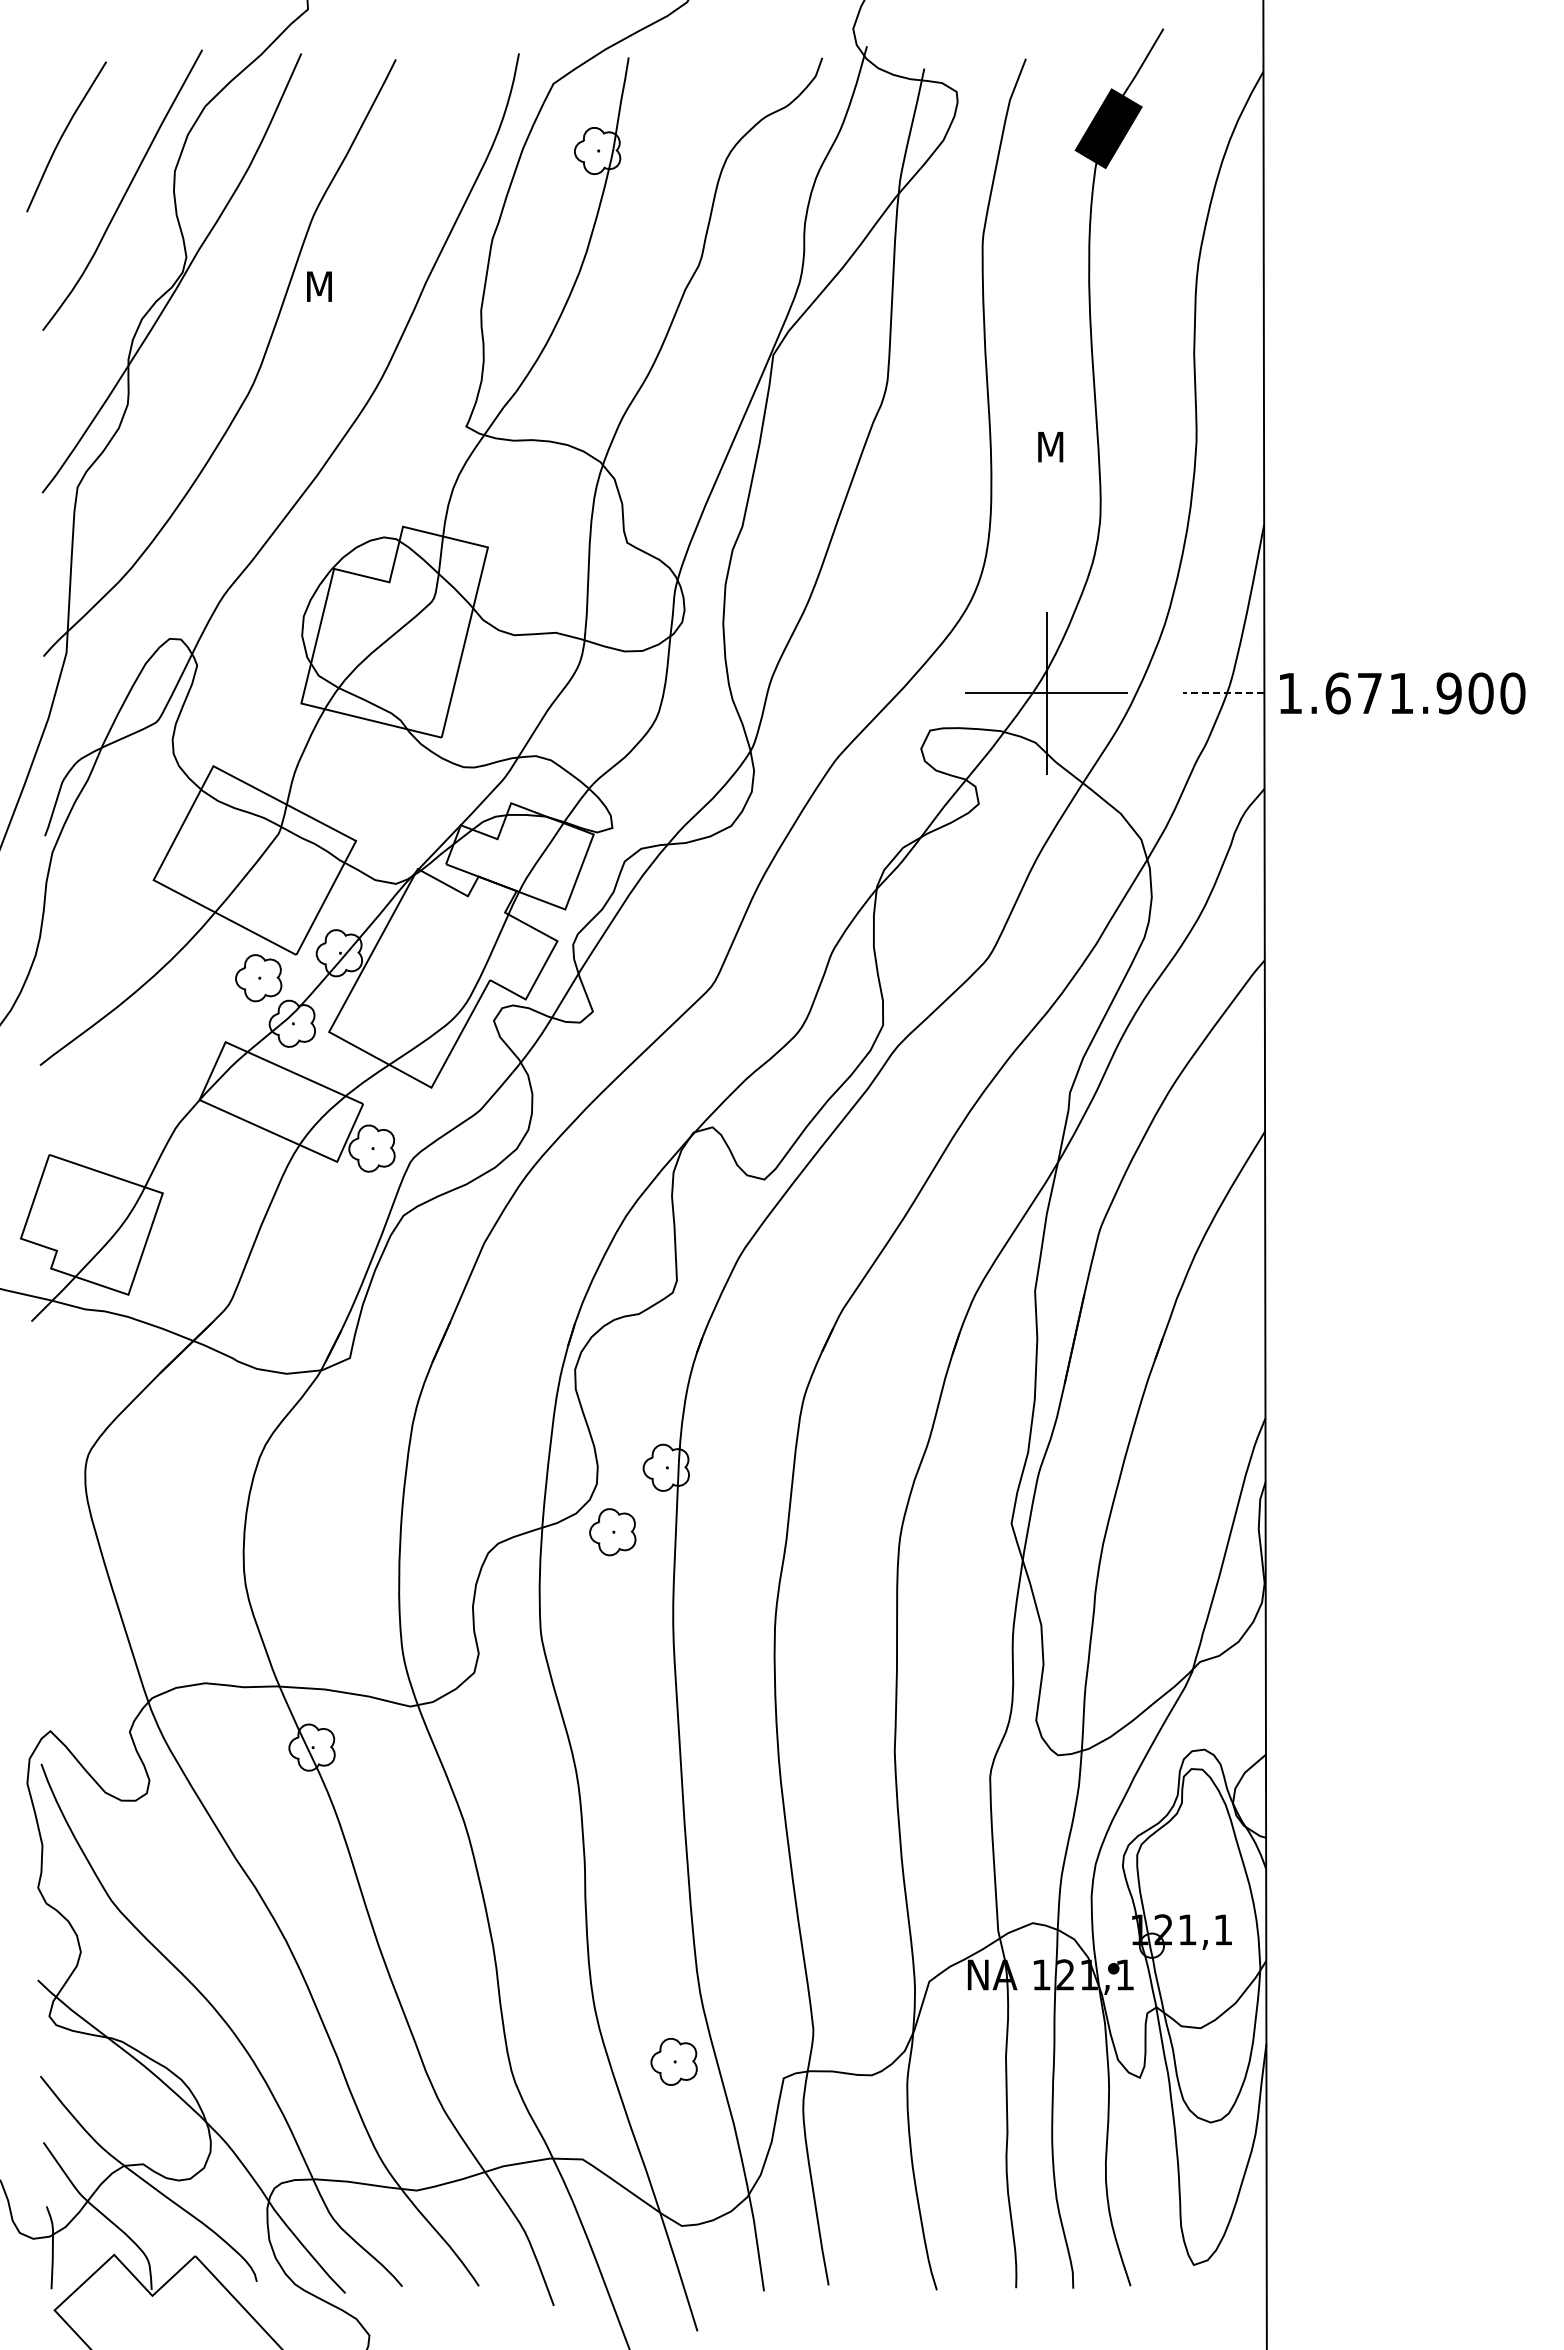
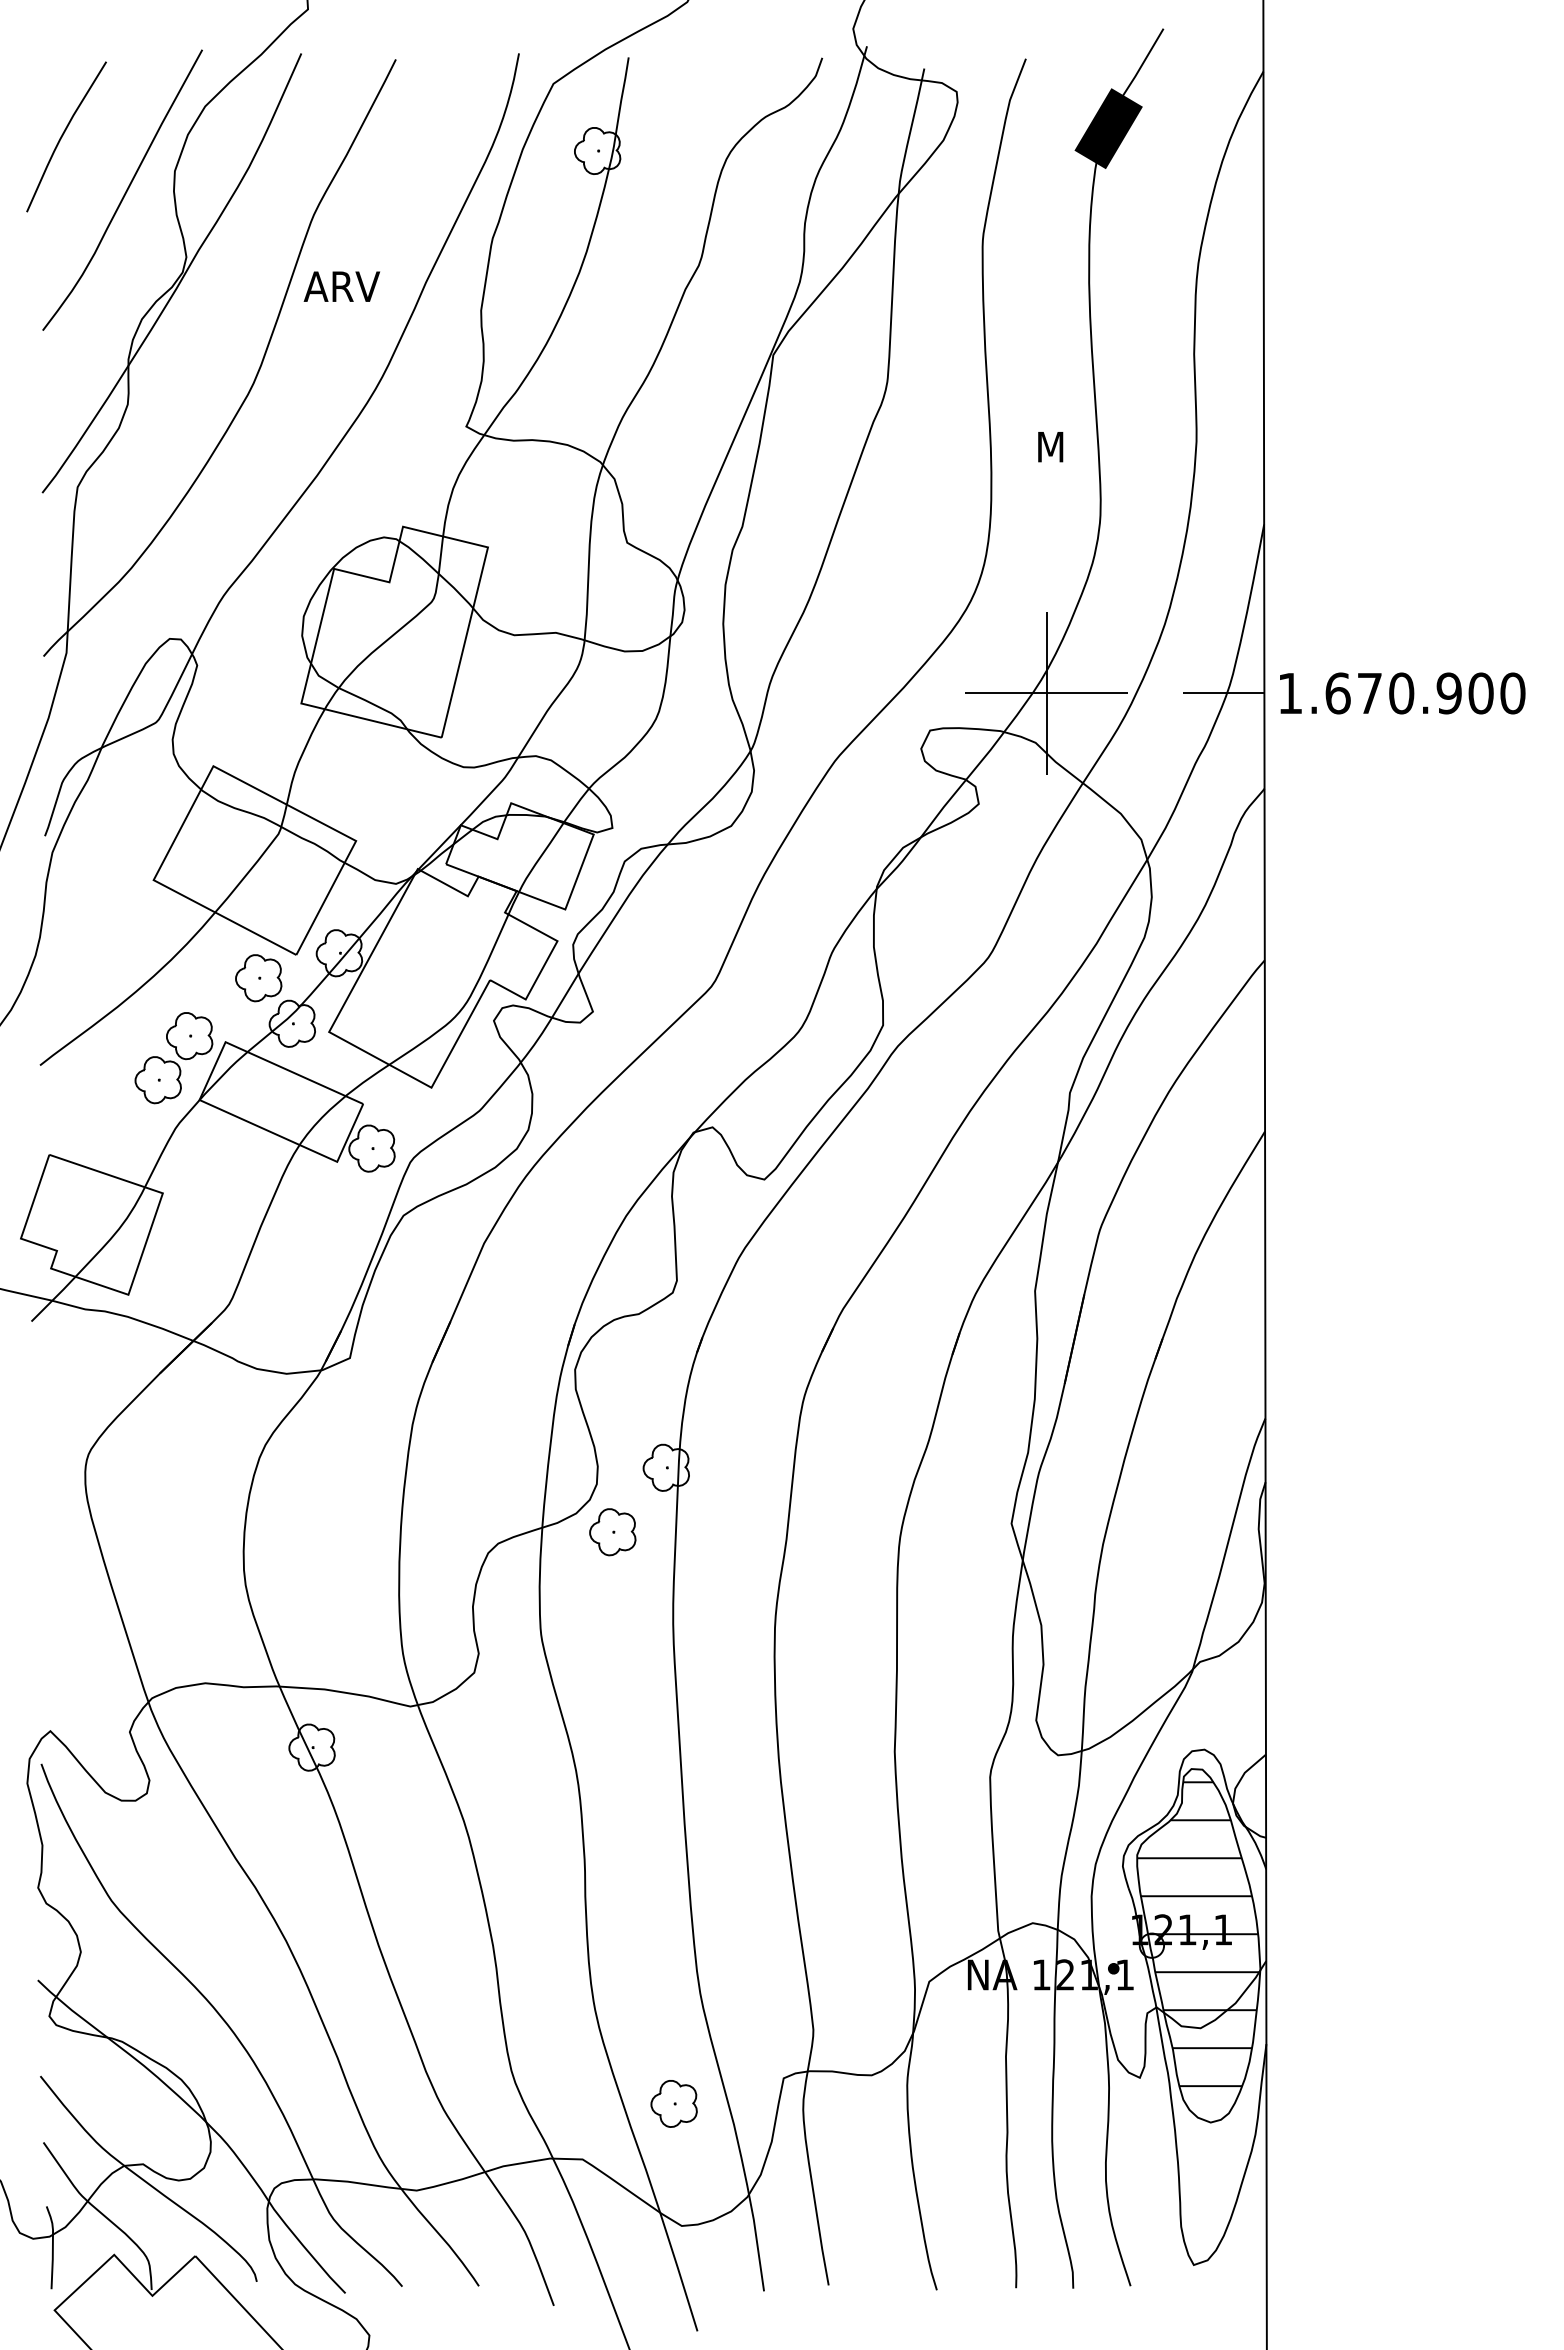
text at (341, 286): M -> ARV
line at (1223, 693): dashed -> solid
text at (1401, 693): 1.671.900 -> 1.670.900
part at (173, 1058): none -> present
hatch at (1198, 1934): none -> present
part at (673, 2061) position: (673, 2061) -> (673, 2103)
